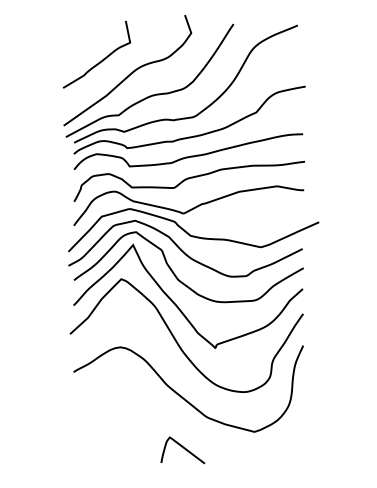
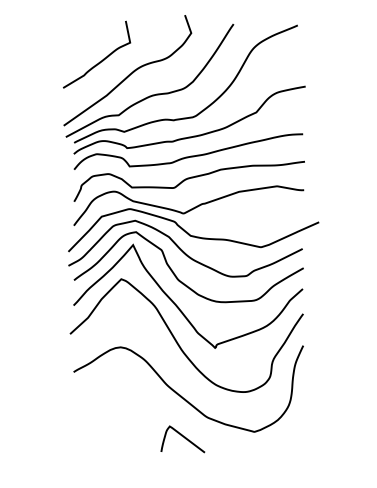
curve at (183, 448) position: (183, 448) -> (183, 437)
